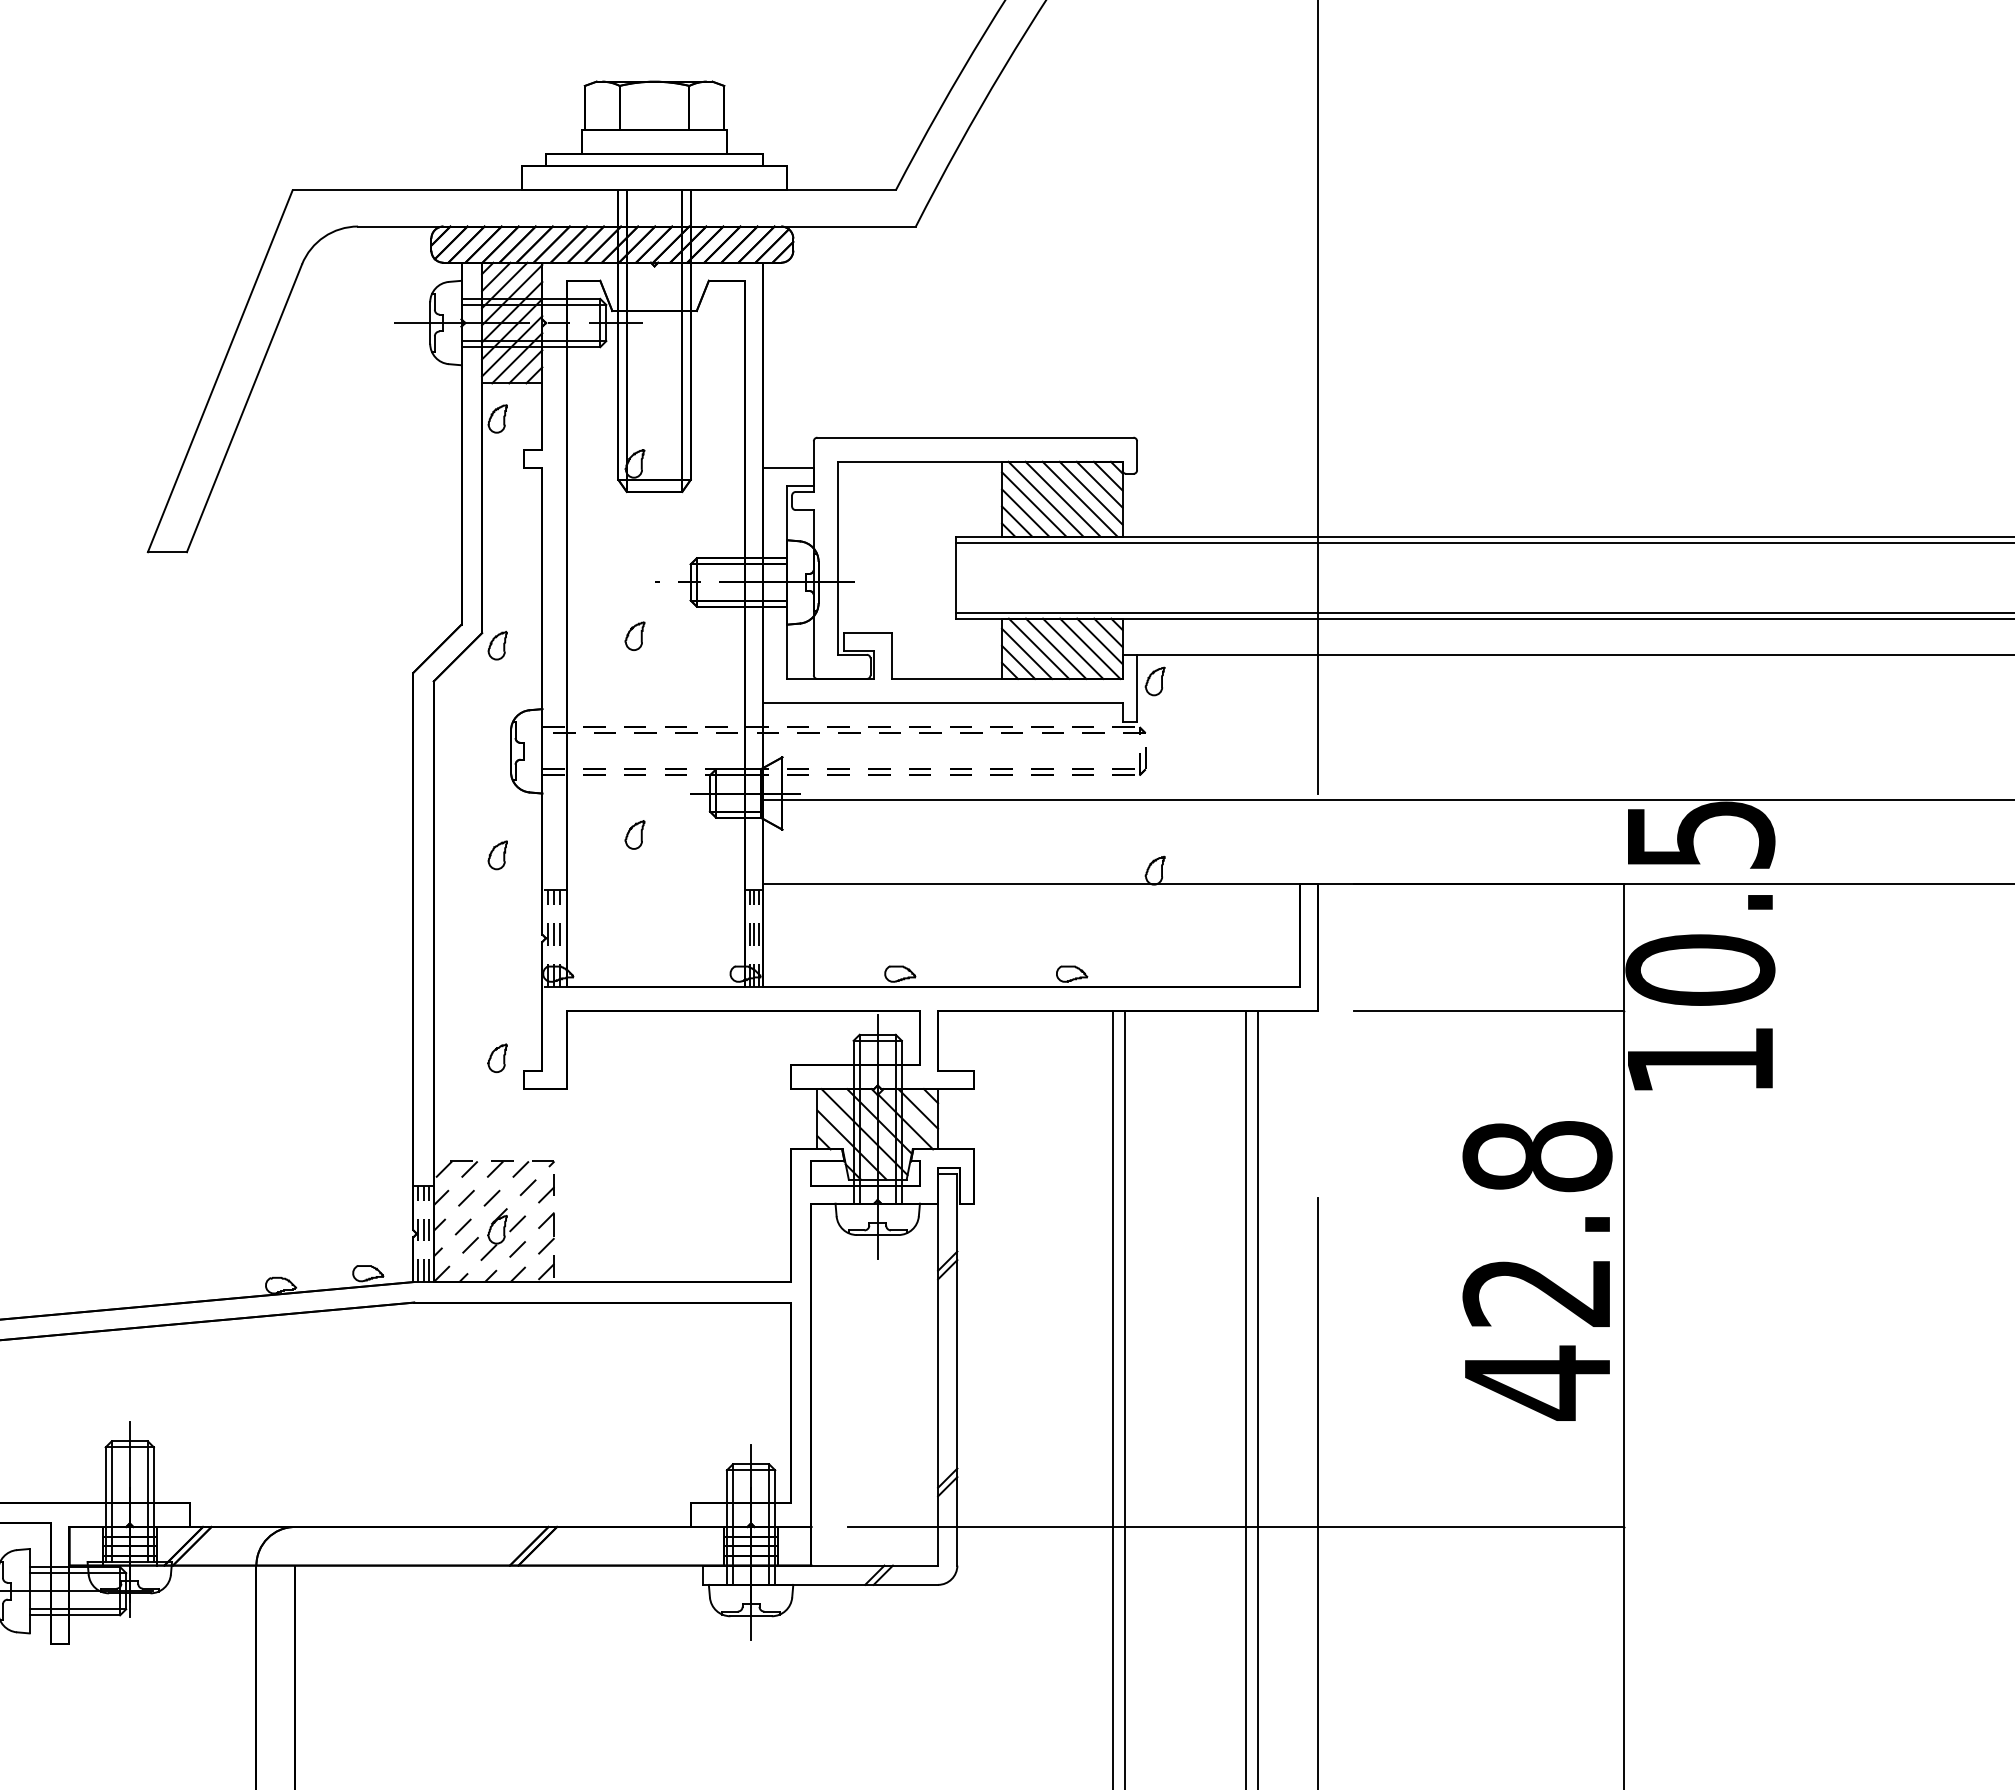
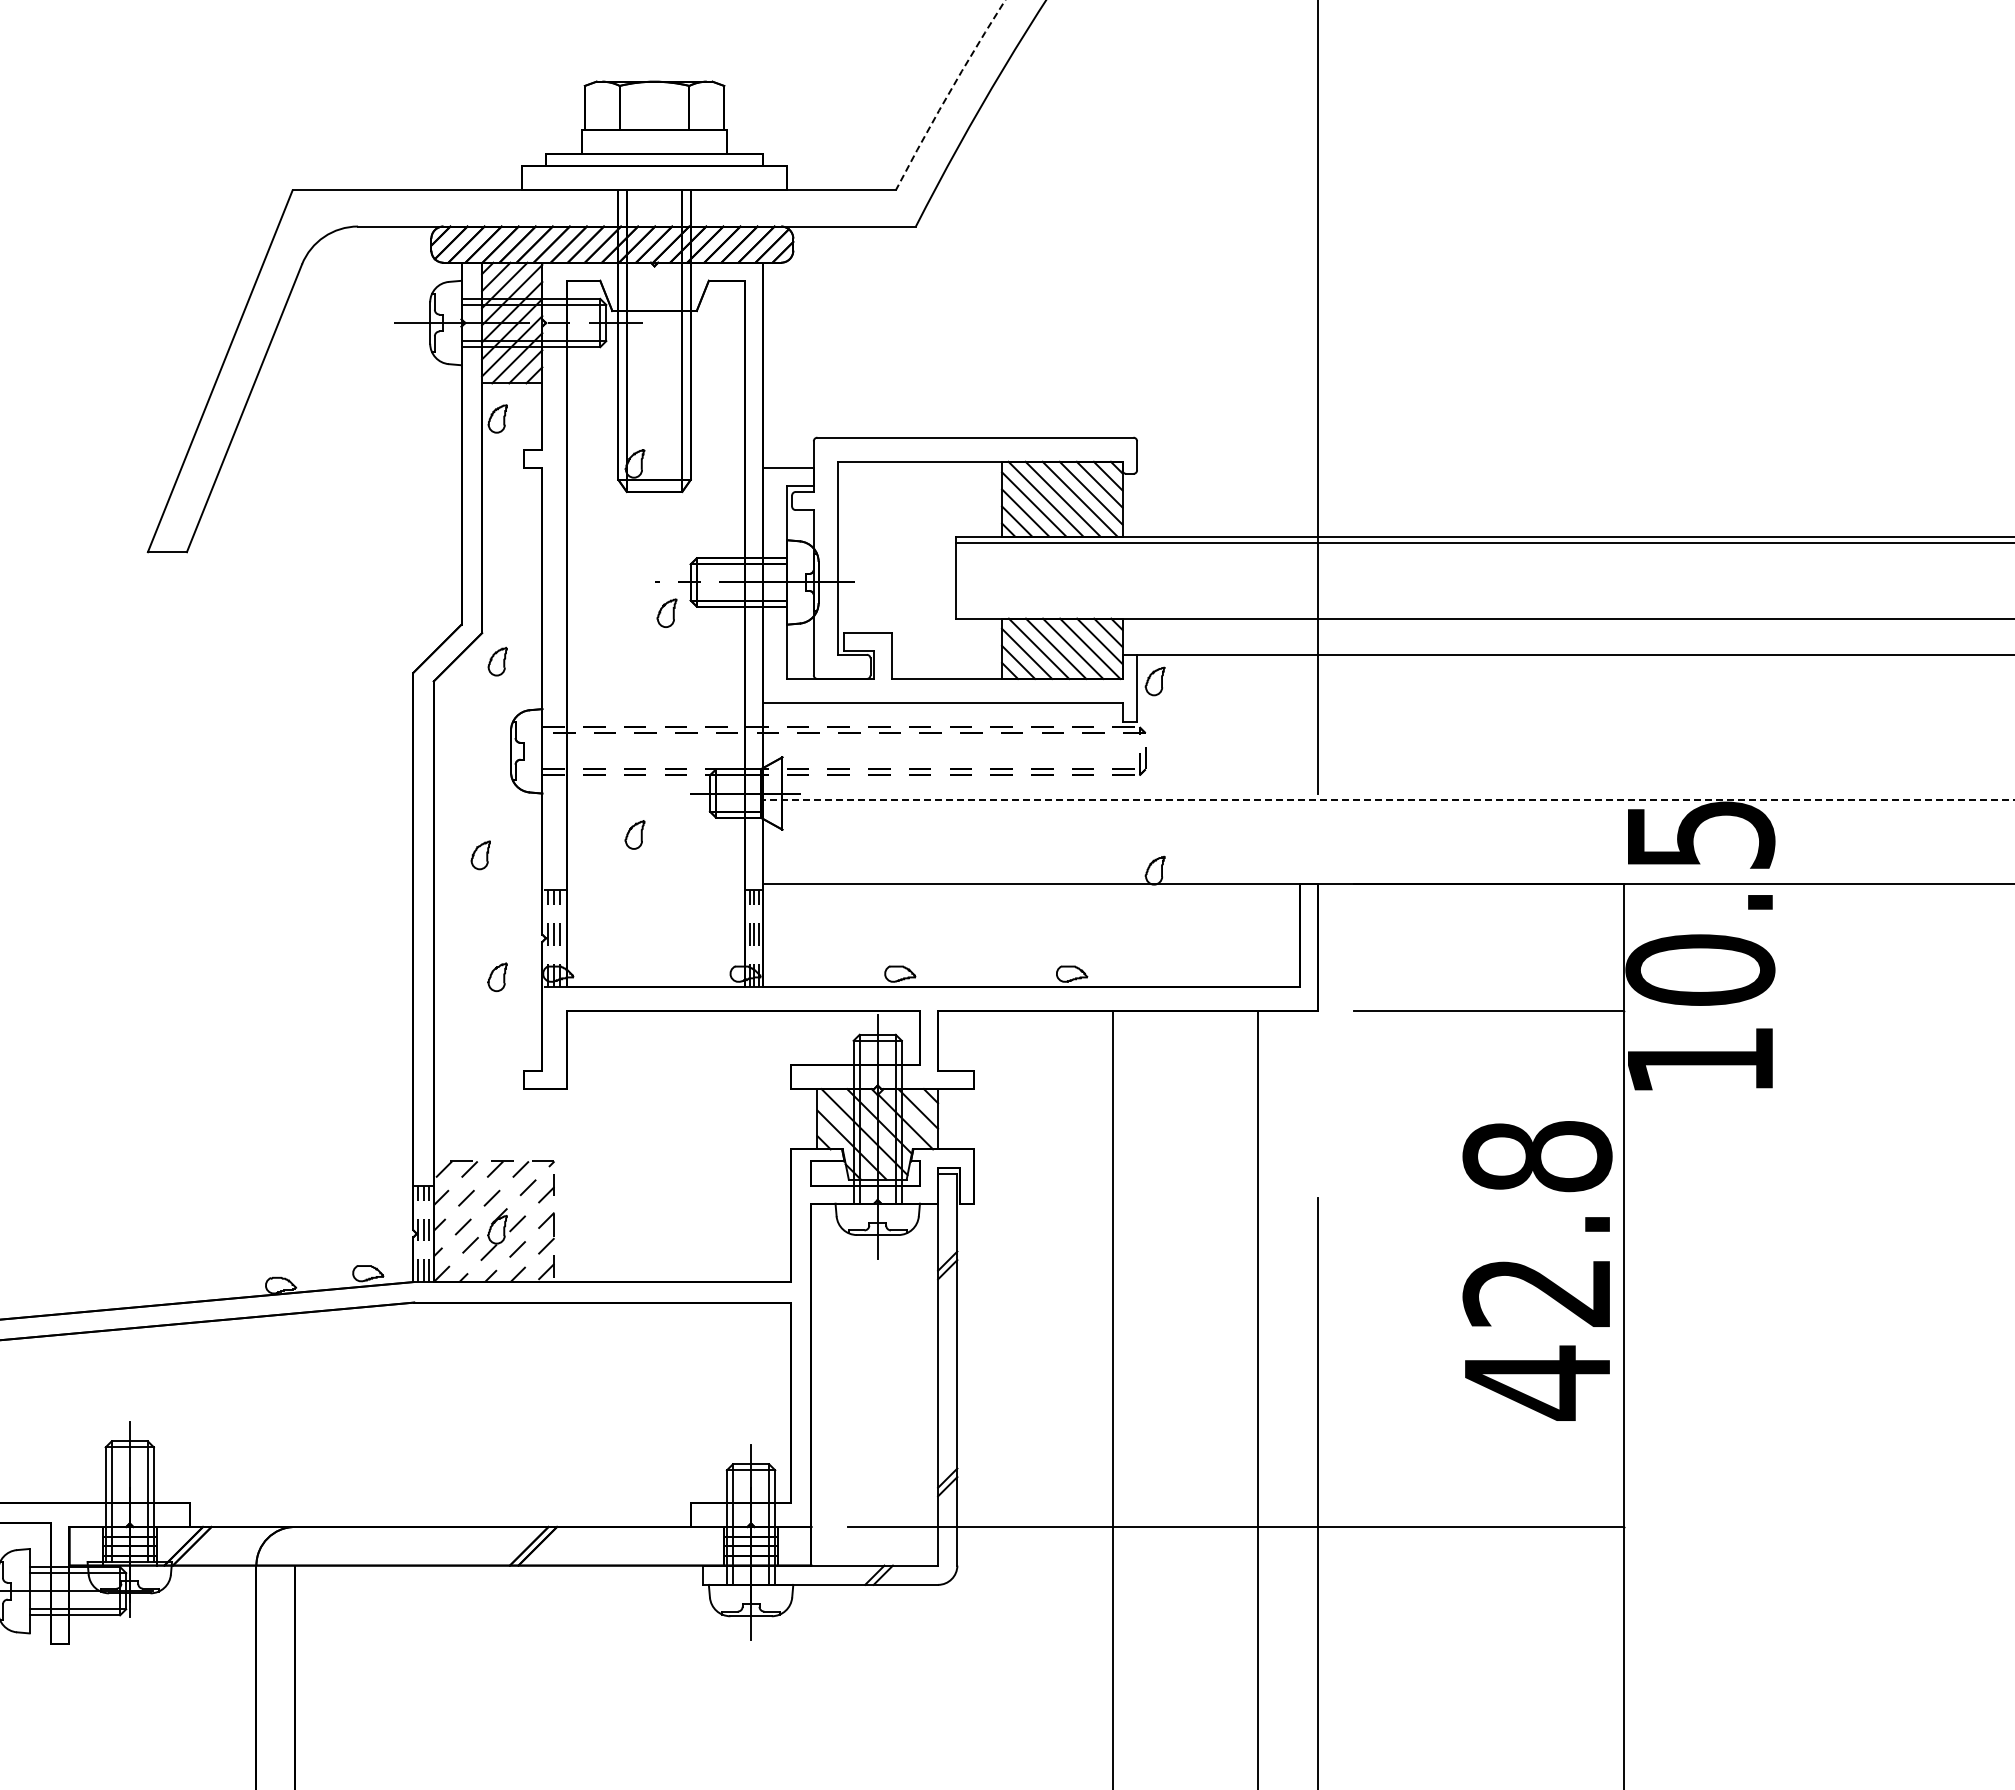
arc at (948, 94): solid -> dashed
line at (1483, 612): present -> none
part at (634, 635) position: (634, 635) -> (666, 612)
part at (497, 645) position: (497, 645) -> (497, 661)
line at (1389, 799): solid -> dashed
part at (497, 855) position: (497, 855) -> (480, 855)
part at (497, 1058) position: (497, 1058) -> (497, 977)
line at (1125, 1398): present -> none
line at (1245, 1398): present -> none
